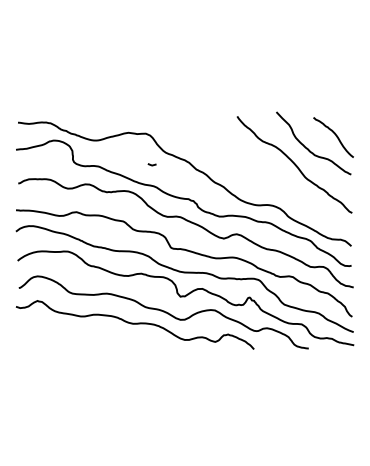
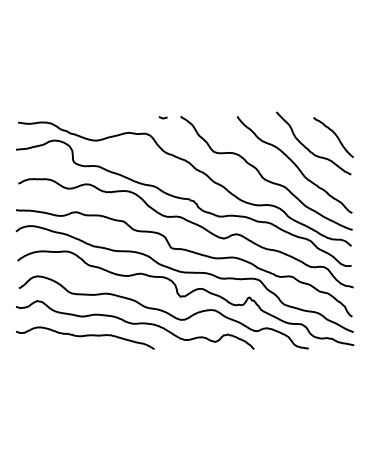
line at (151, 164) position: (151, 164) -> (162, 117)
curve at (262, 175): none -> present
curve at (84, 336): none -> present
